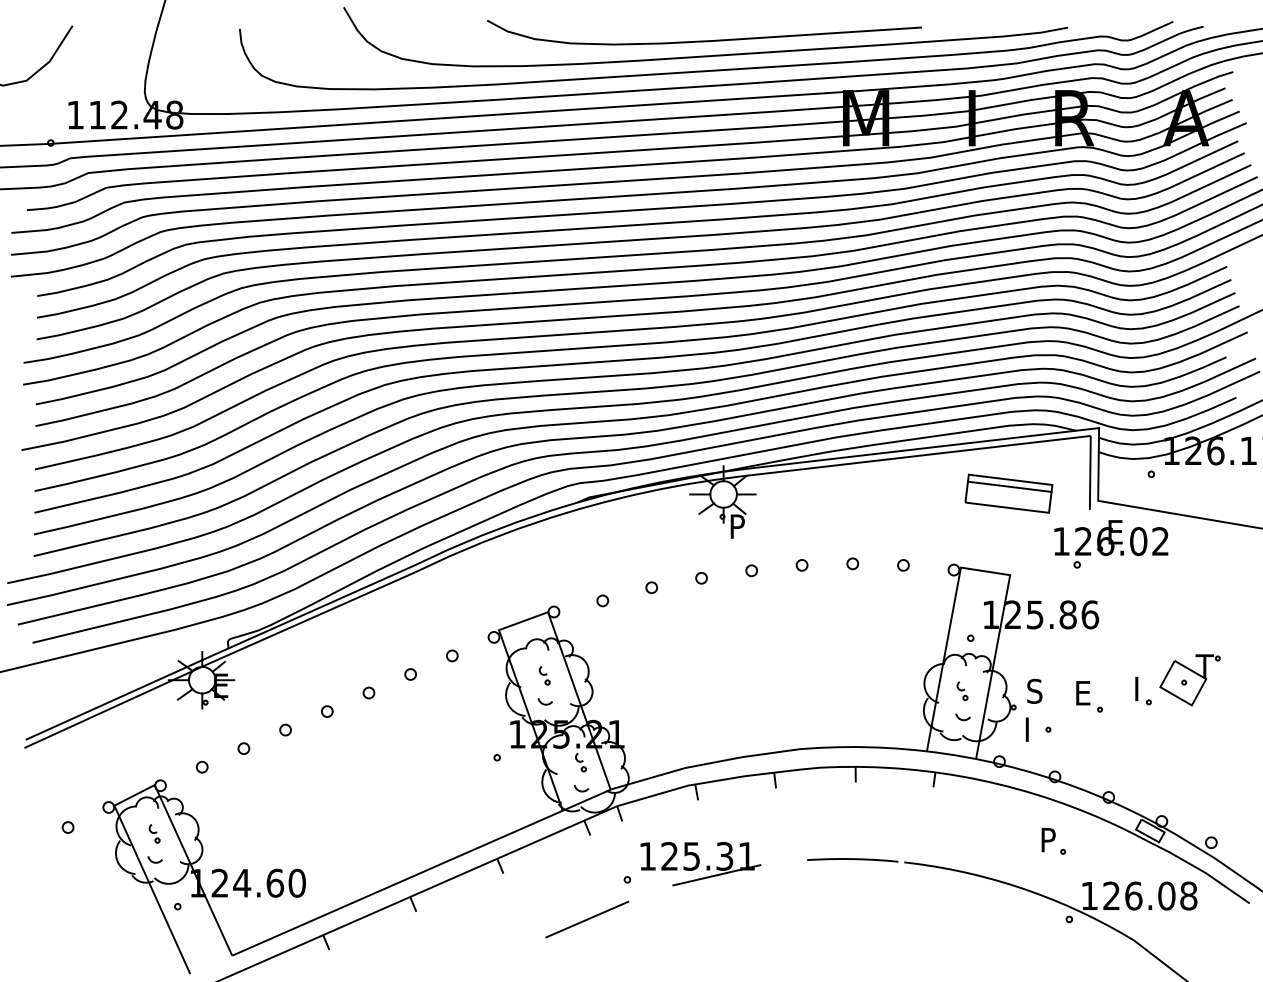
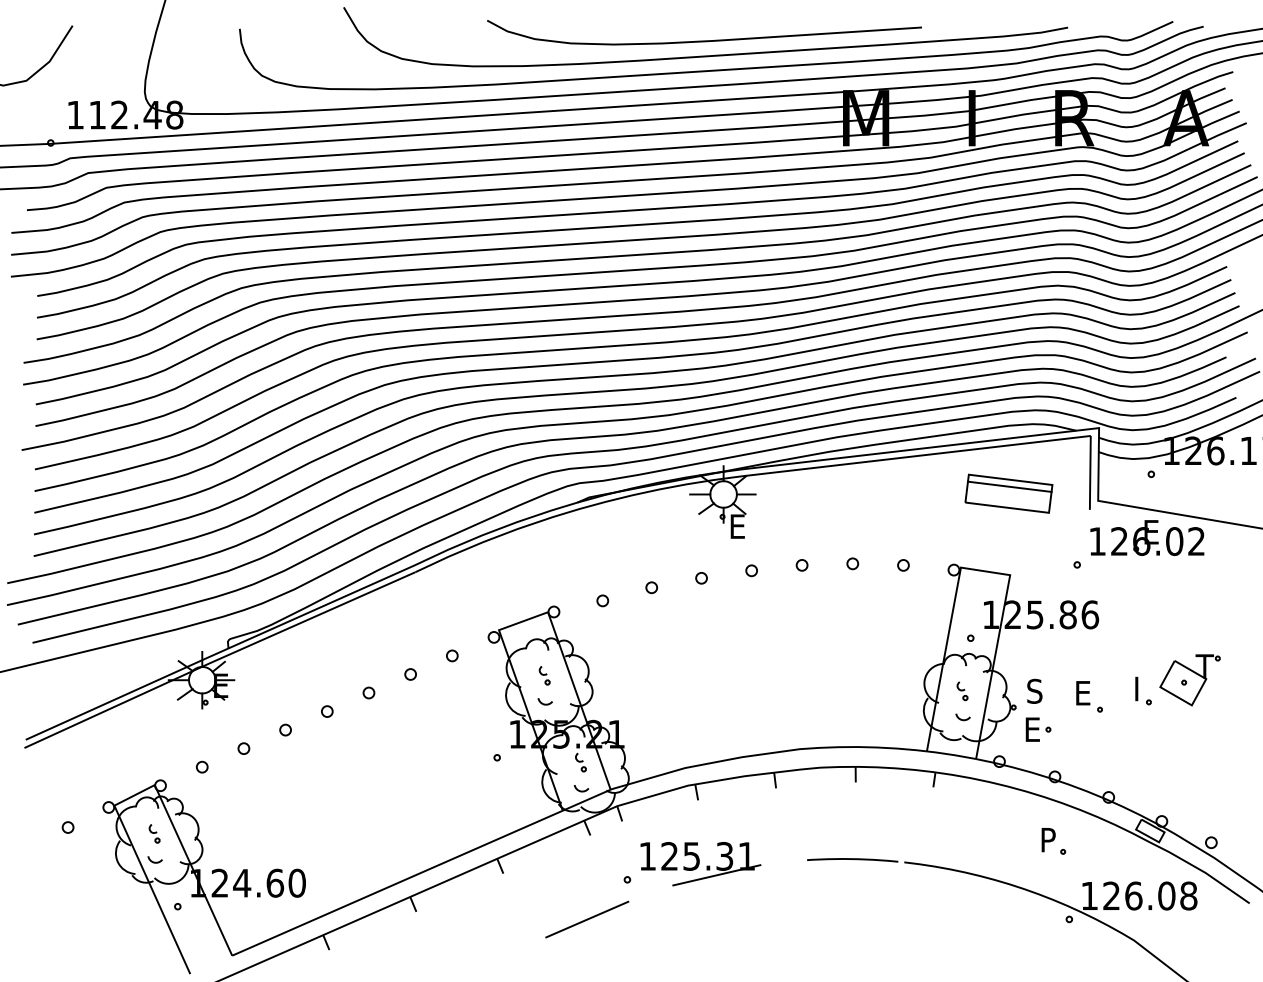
text at (738, 526): P -> E
part at (1111, 537) position: (1111, 537) -> (1147, 537)
text at (1033, 729): I -> E
